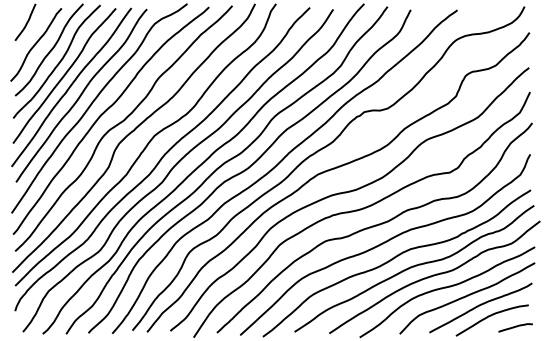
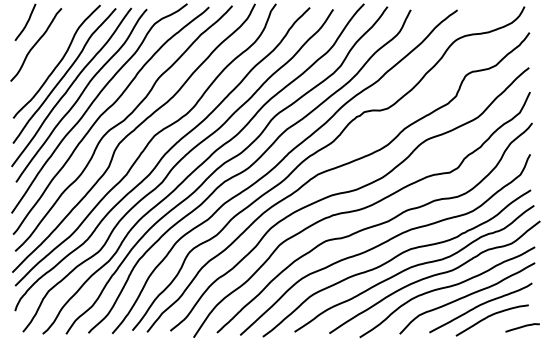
curve at (49, 50): present -> none
curve at (515, 327) position: (515, 327) -> (522, 327)
